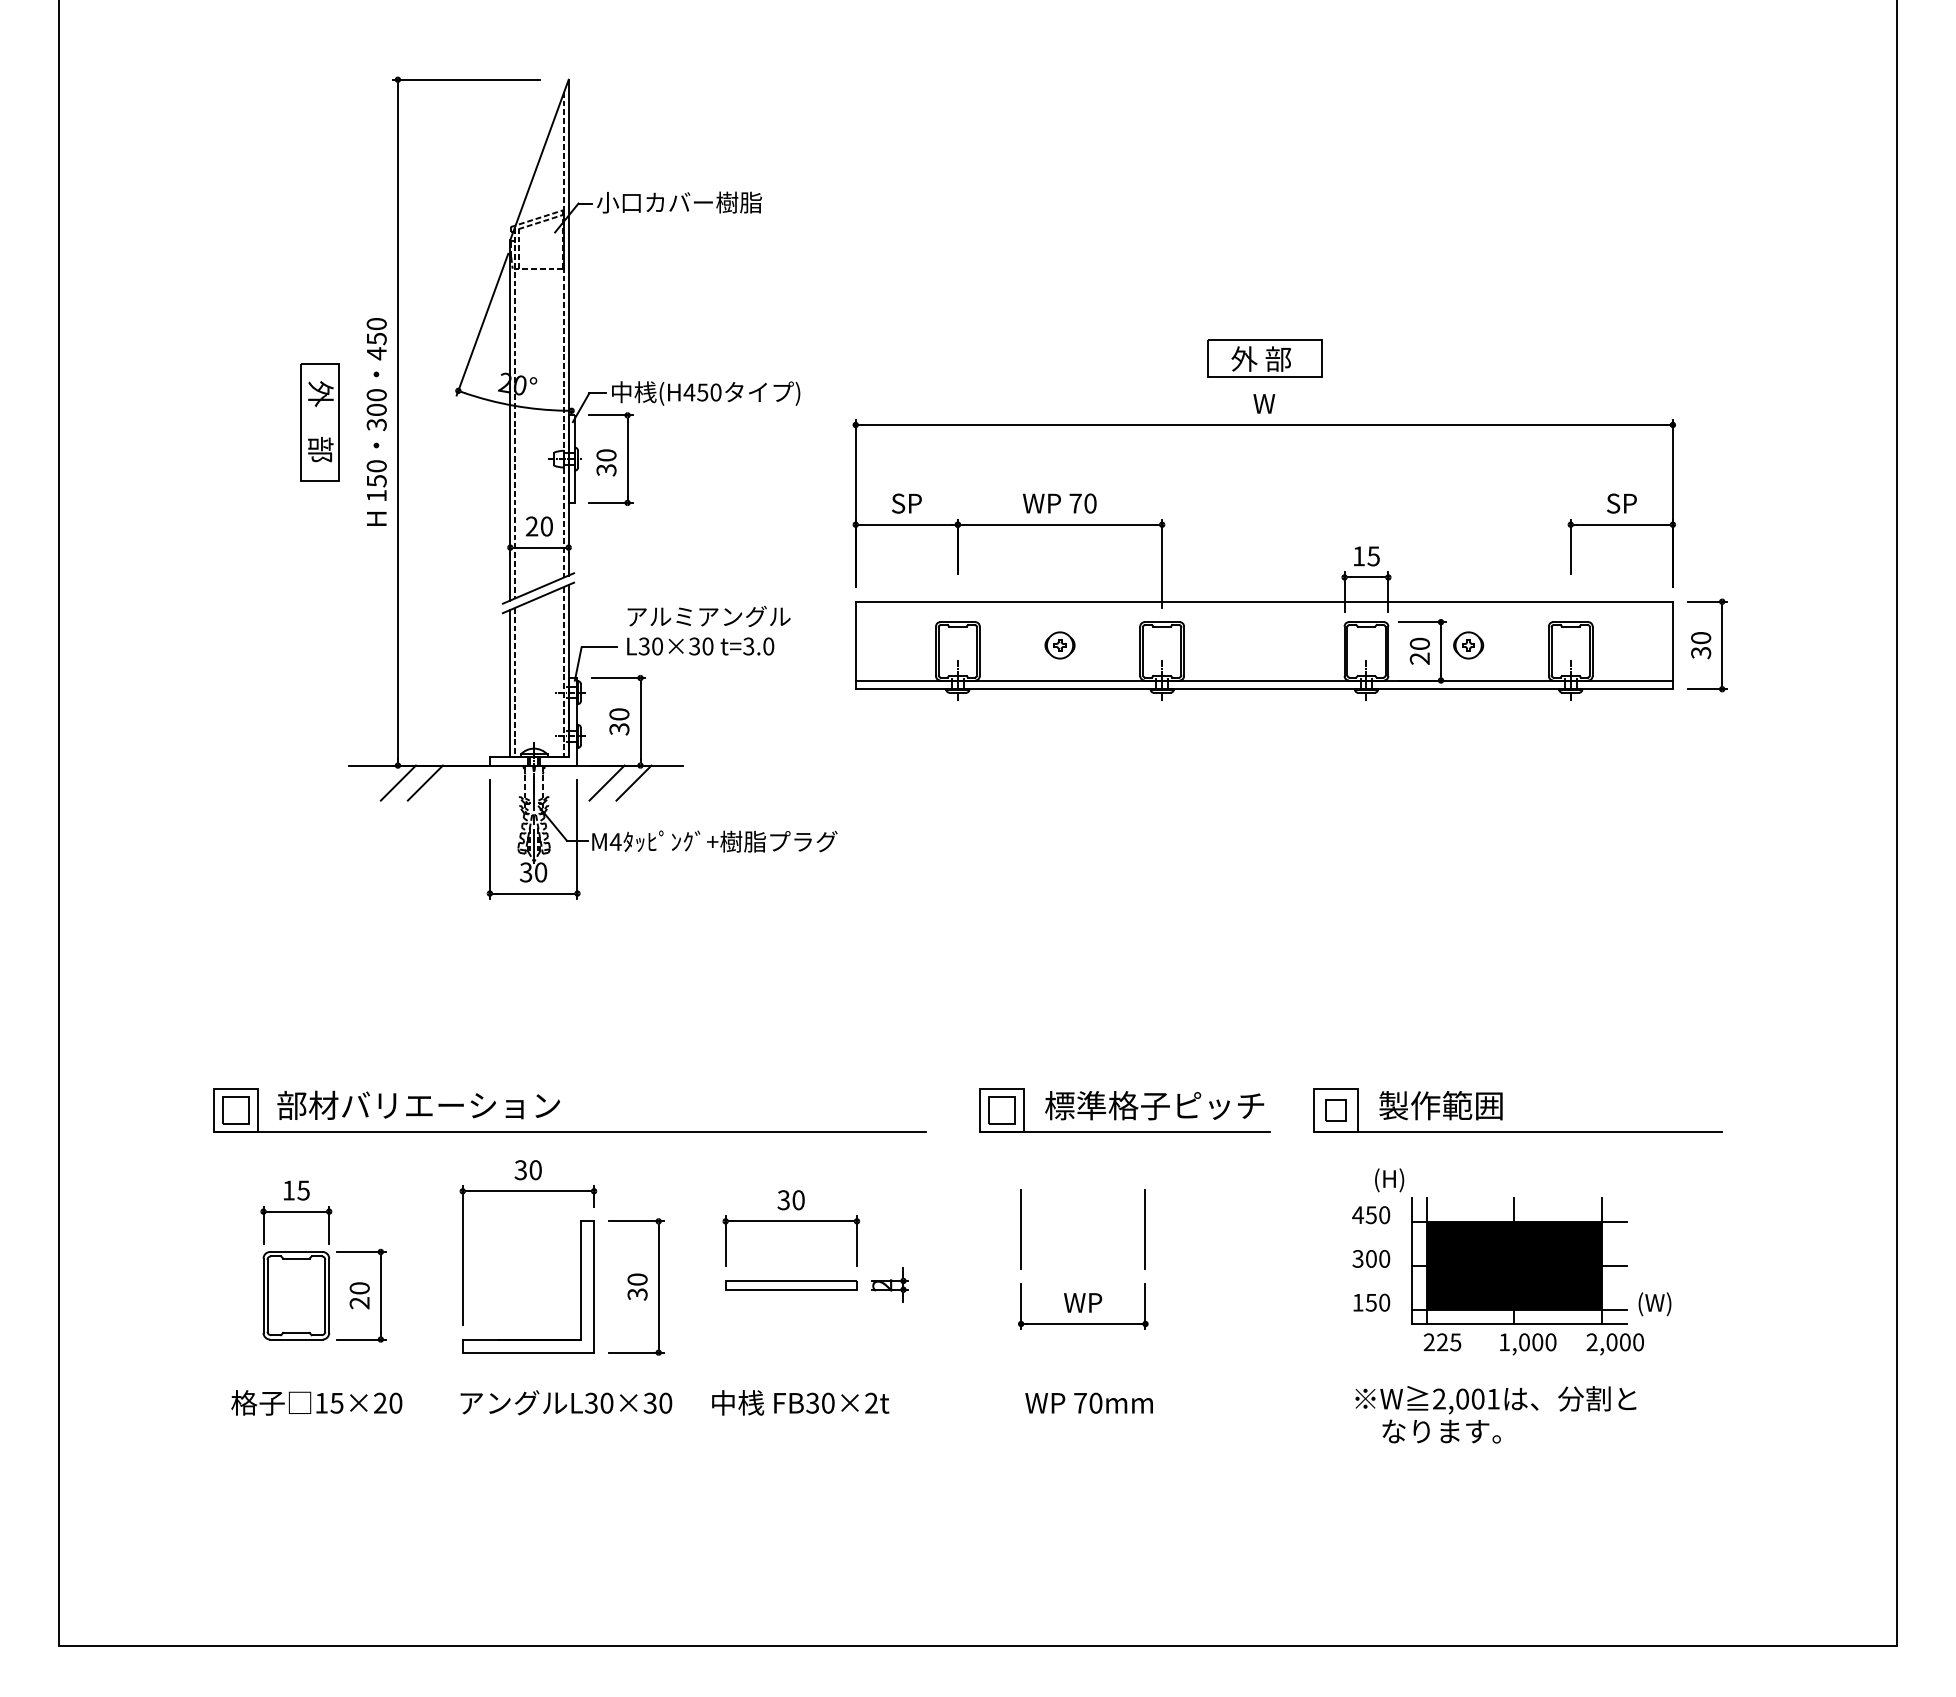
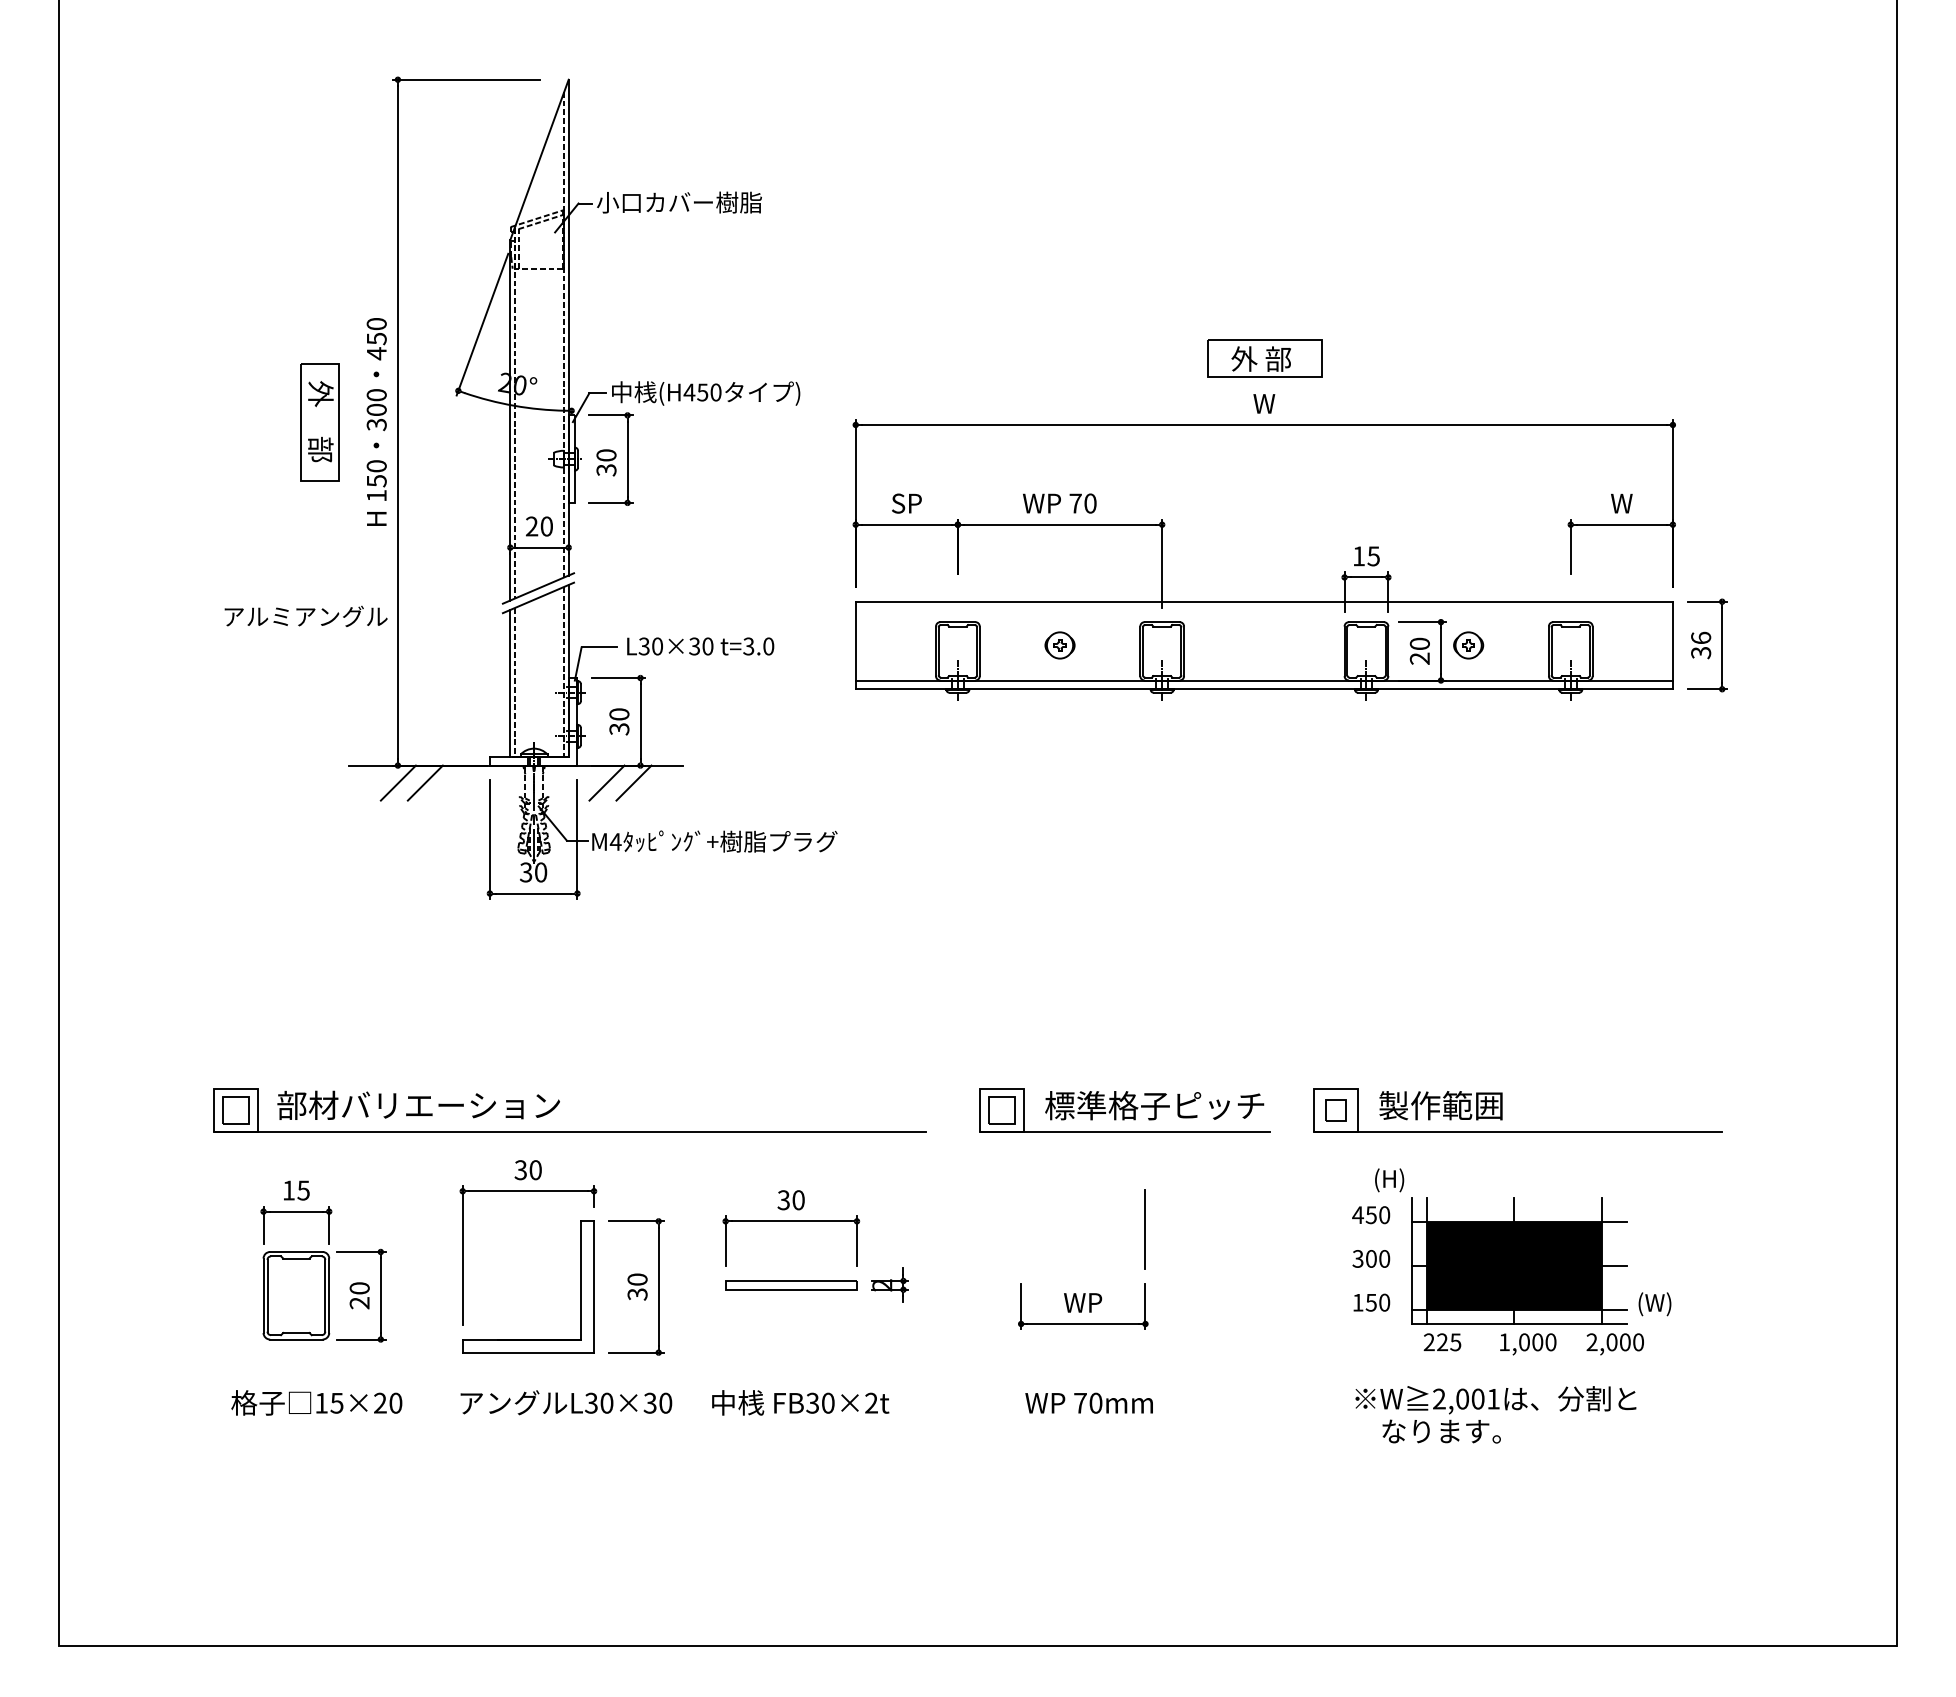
text at (1621, 503): SP -> W
text at (708, 615) position: (708, 615) -> (305, 615)
text at (1701, 637): 30 -> 36
line at (1021, 1229): present -> none
